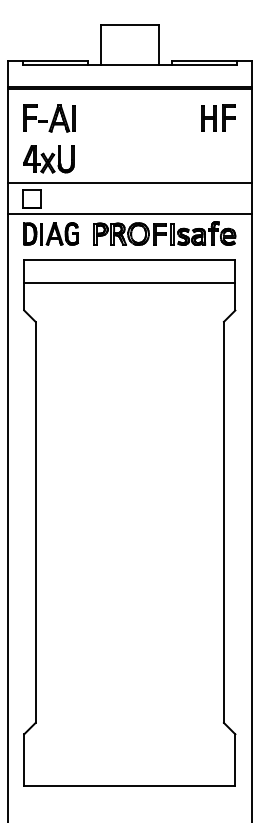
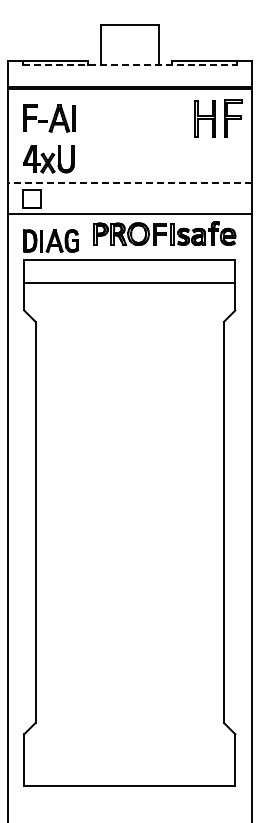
line at (129, 65): solid -> dashed
part at (218, 117) size: 35x28 px -> 49x39 px
line at (129, 182): solid -> dashed
part at (50, 233) position: (50, 233) -> (50, 240)
